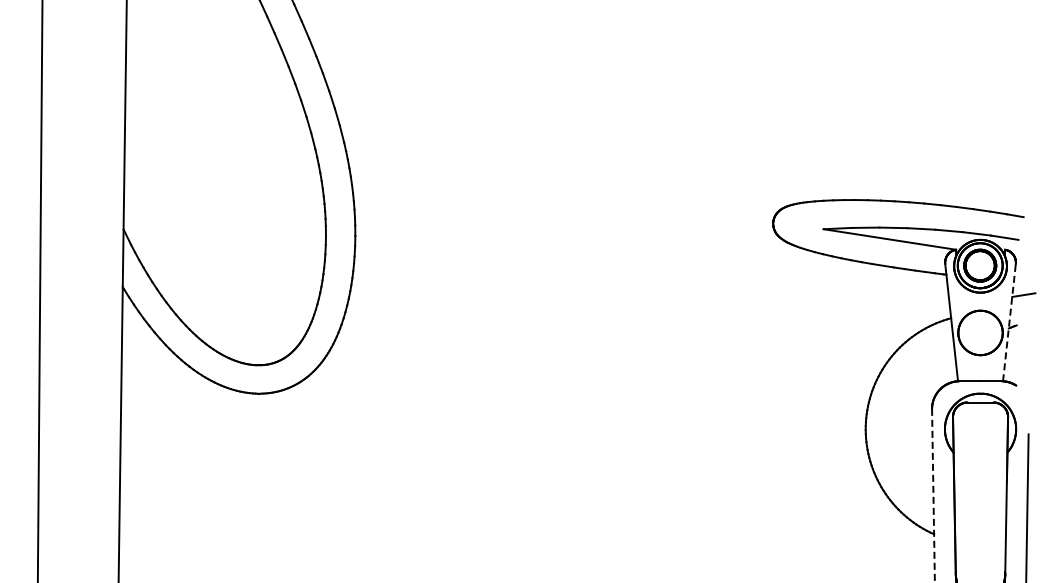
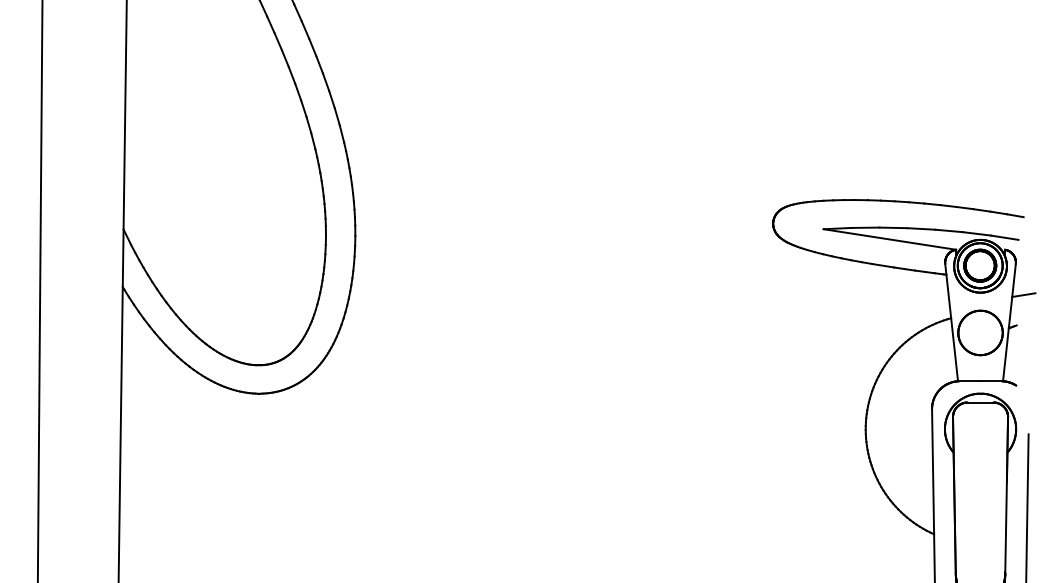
line at (1009, 322): dashed -> solid
line at (933, 495): dashed -> solid
